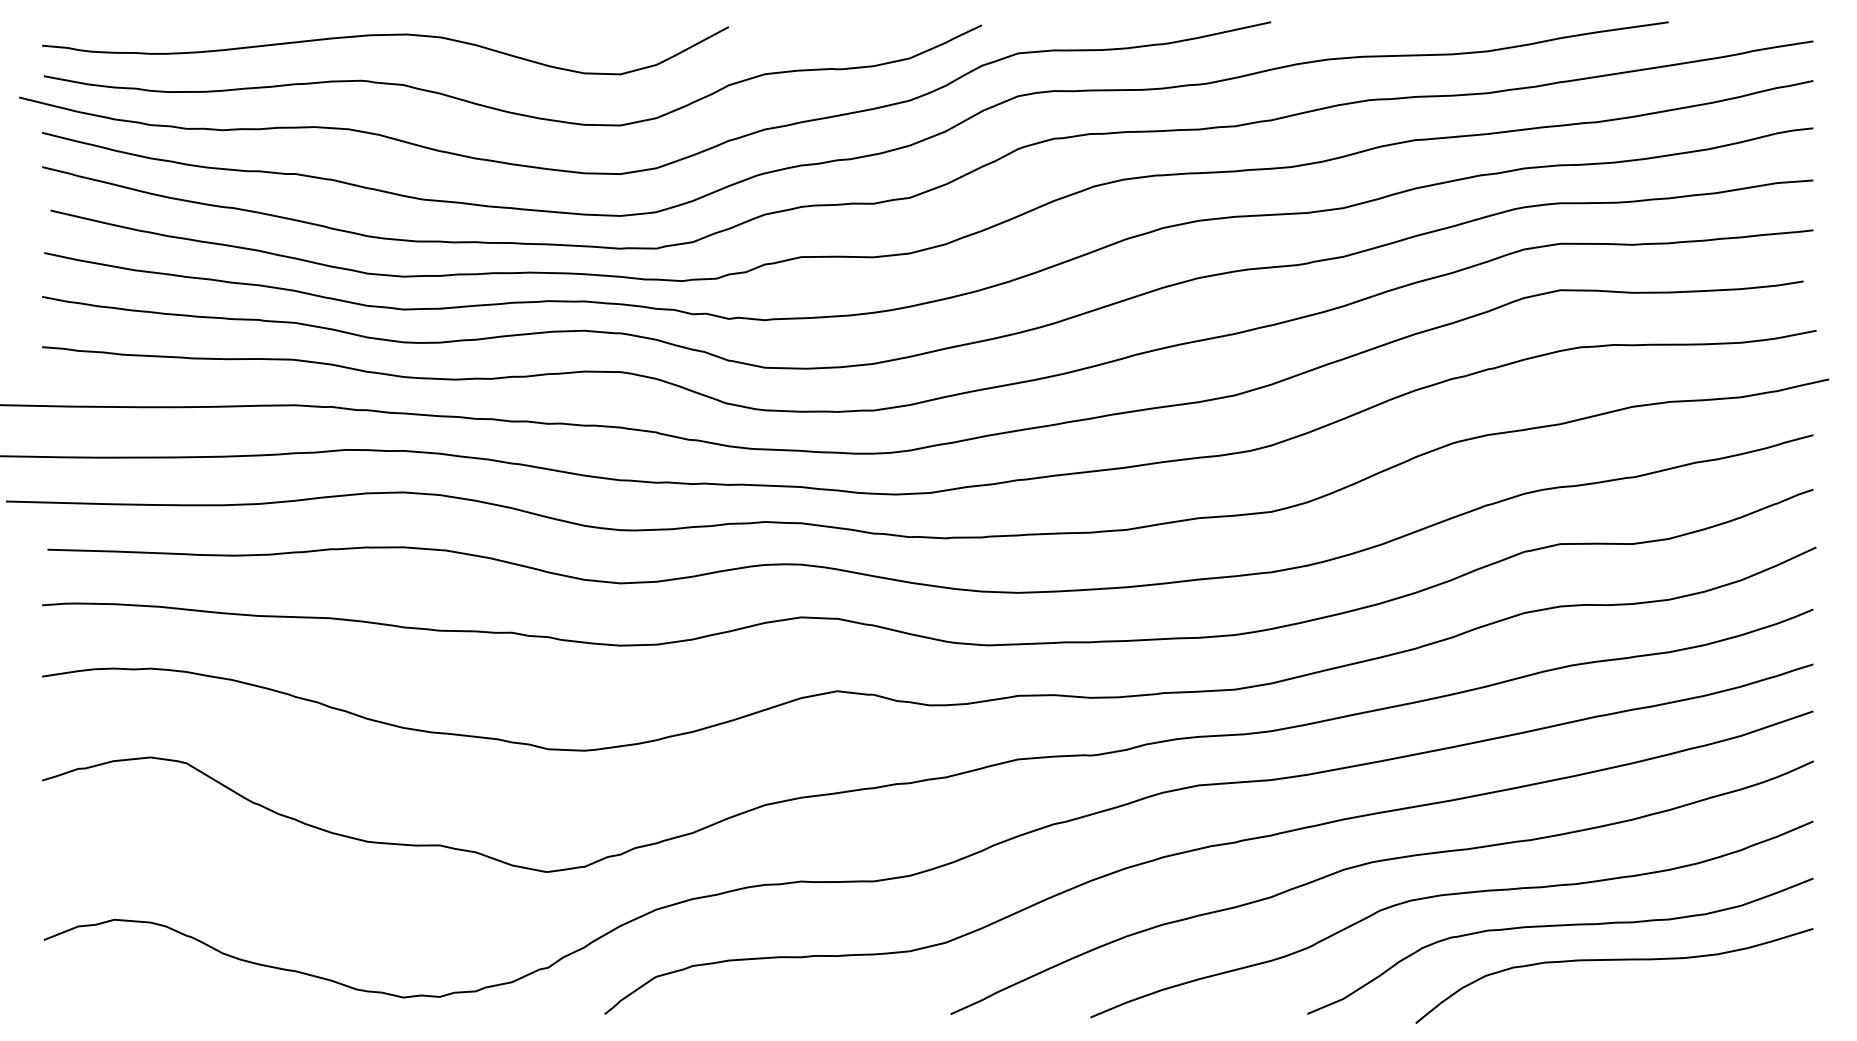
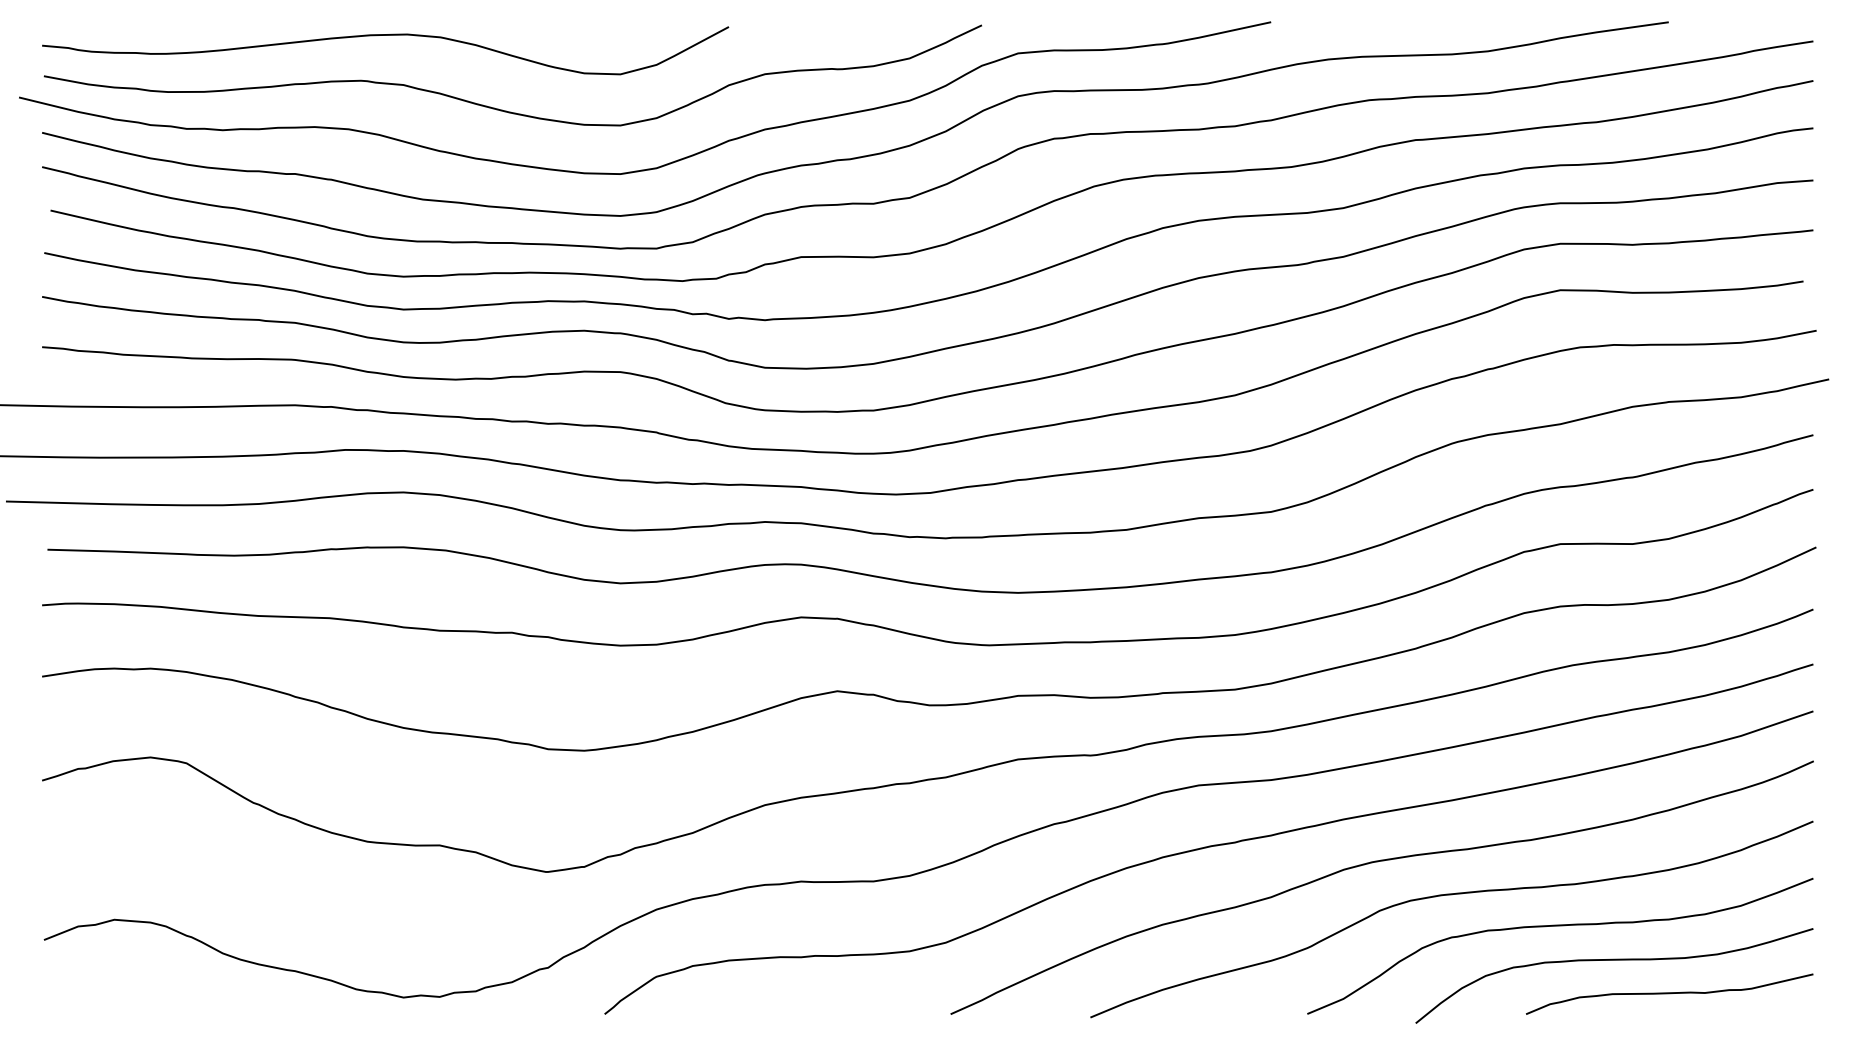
curve at (1669, 993): none -> present
